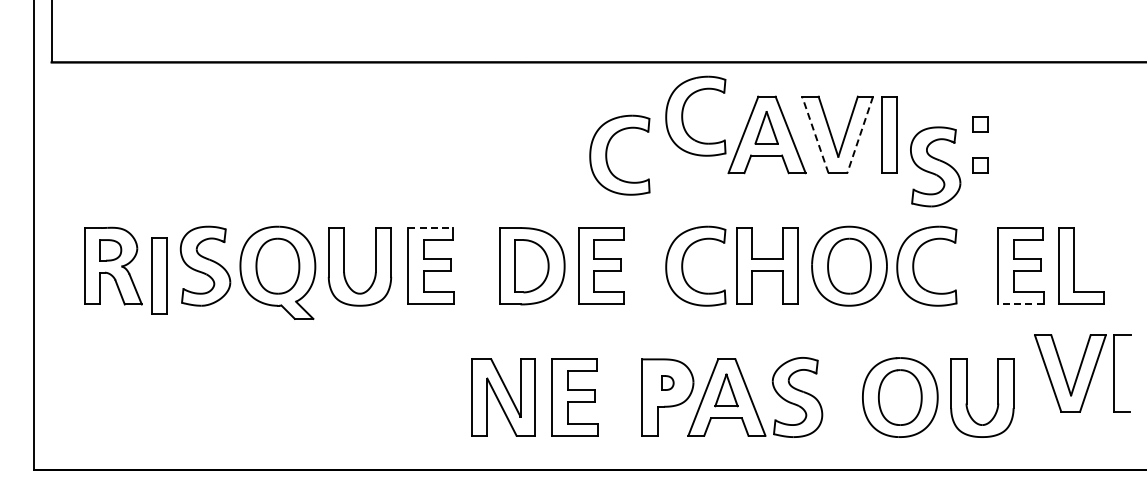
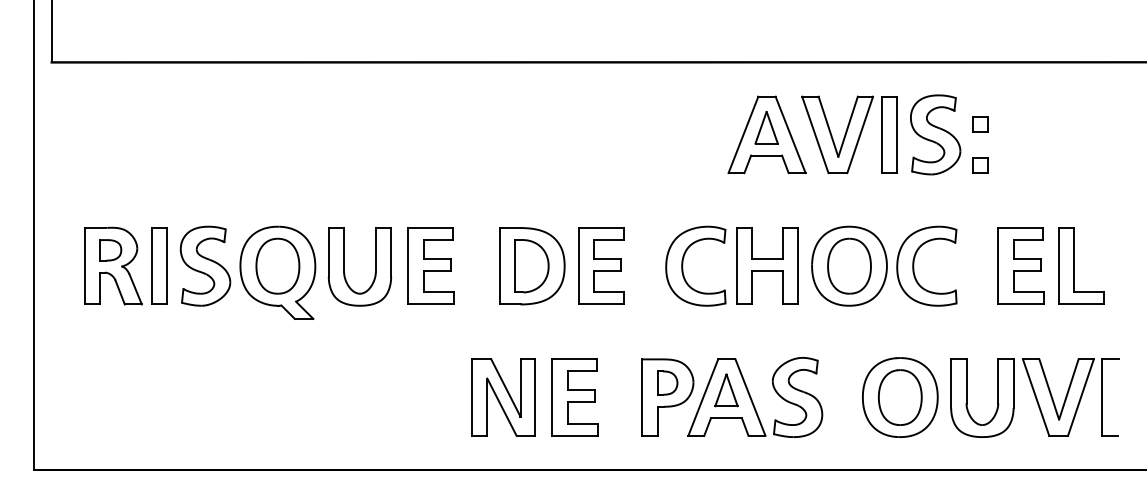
part at (683, 115): present -> none
line at (815, 134): dashed -> solid
line at (860, 135): dashed -> solid
part at (607, 154): present -> none
part at (935, 166) position: (935, 166) -> (935, 134)
line at (430, 228): dashed -> solid
part at (159, 275) position: (159, 275) -> (159, 265)
line at (1020, 304): dashed -> solid
part at (1082, 373) position: (1082, 373) -> (1070, 397)
part at (667, 382) size: 14x16 px -> 22x26 px
